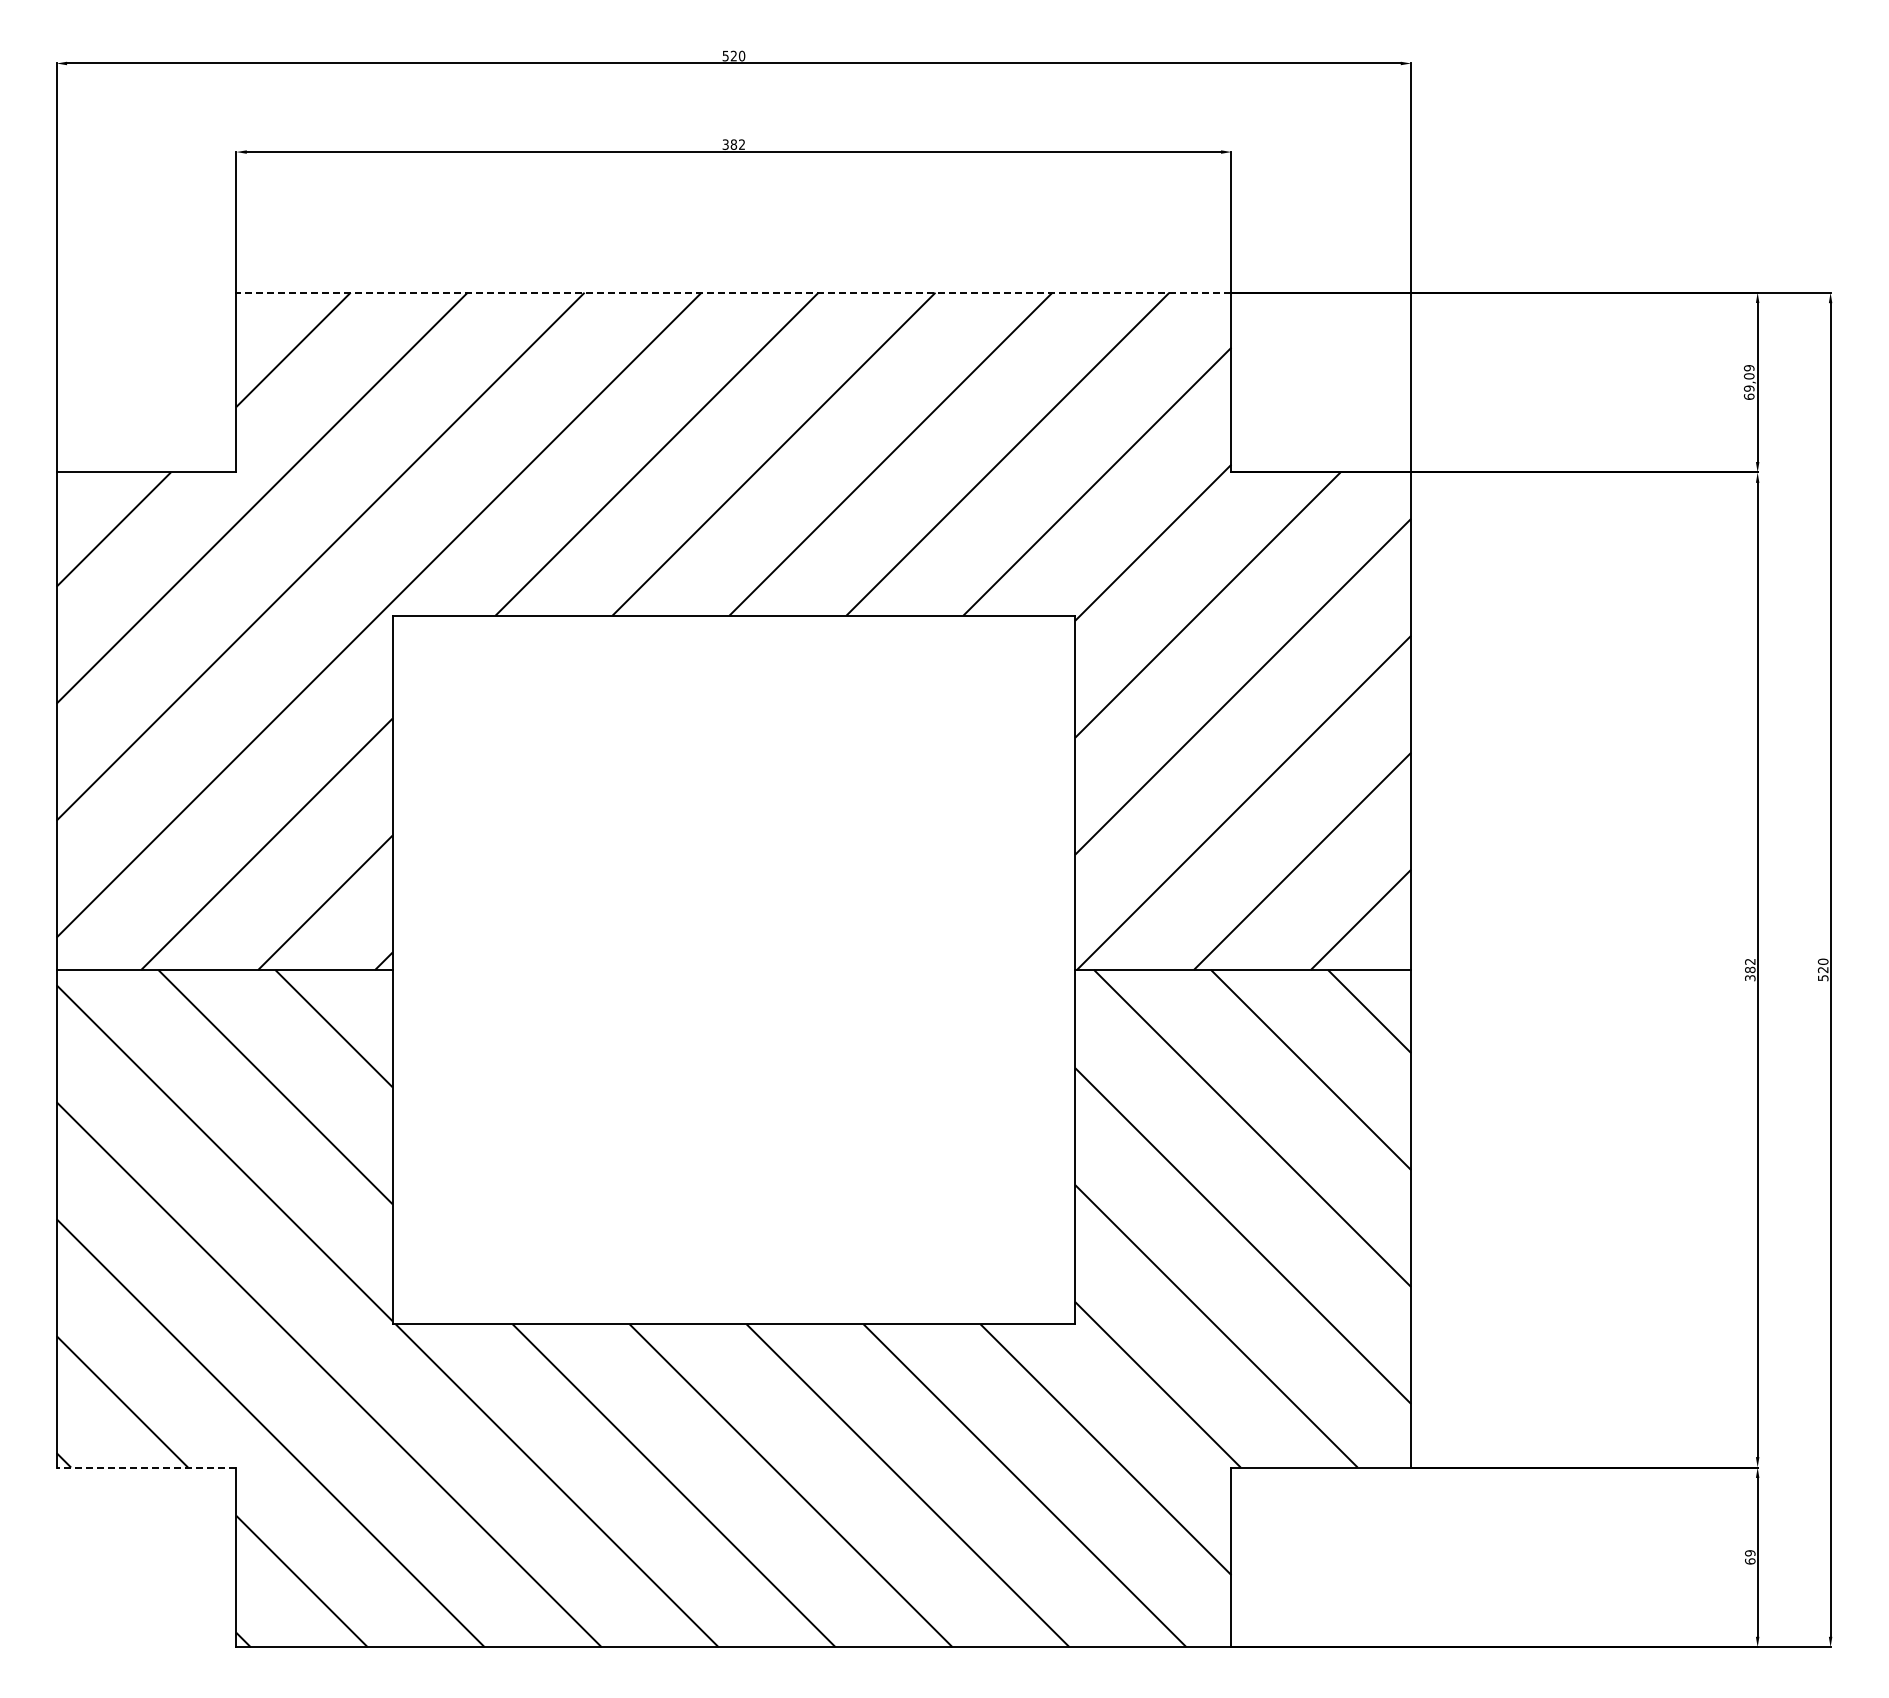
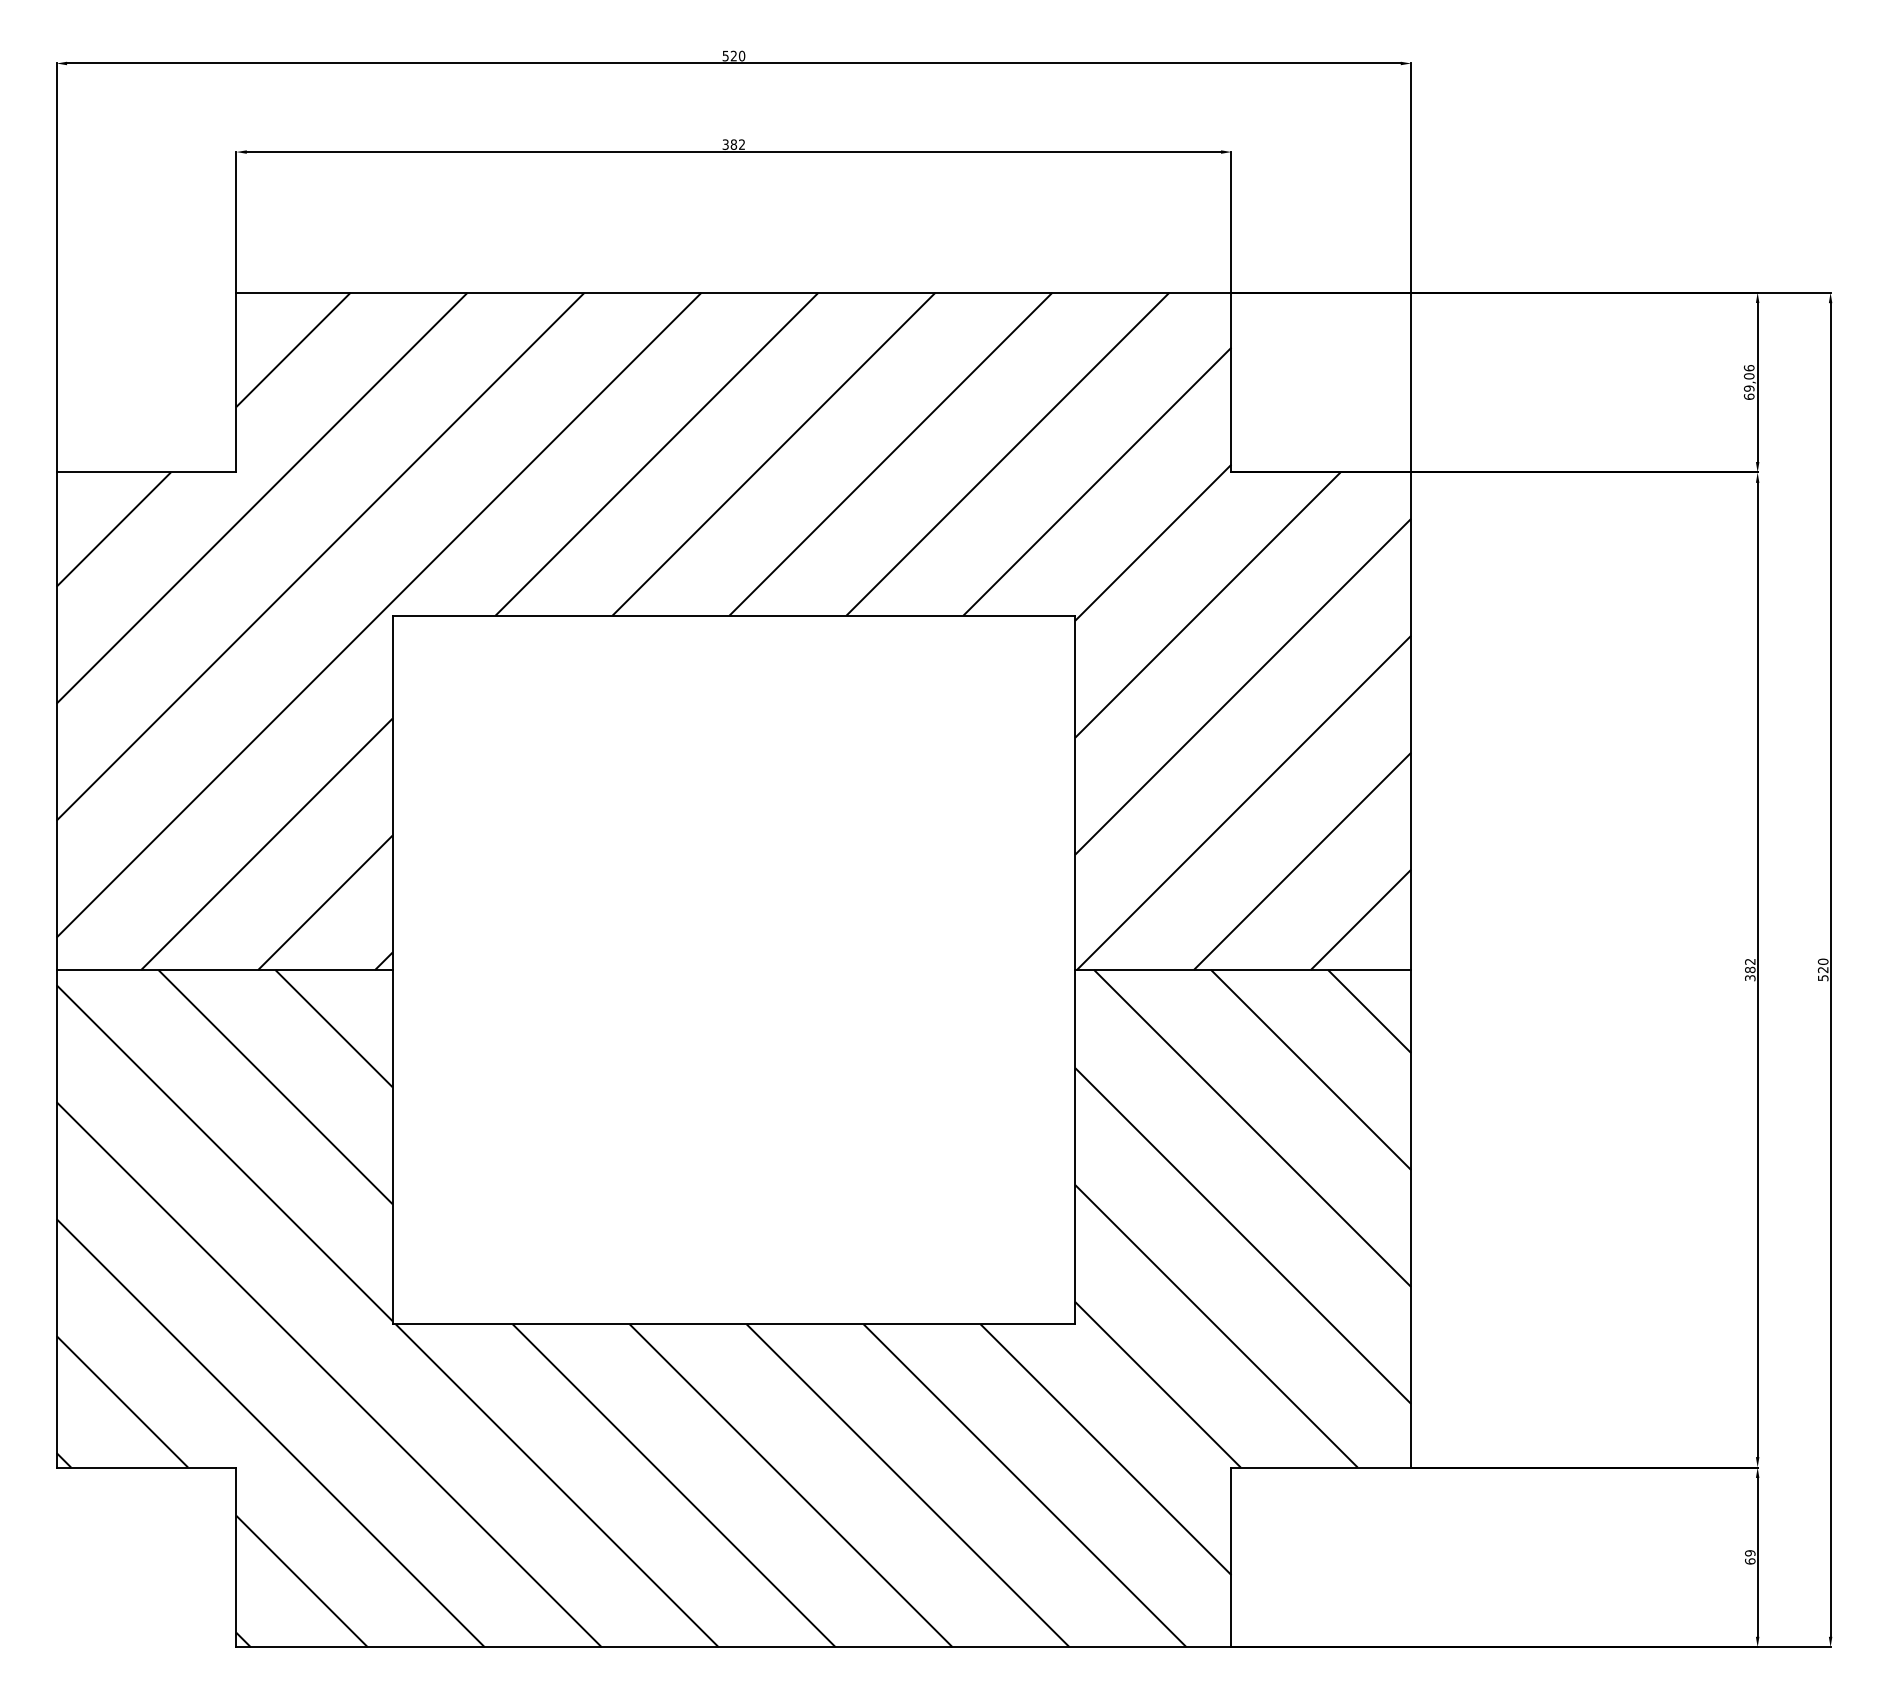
line at (733, 292): dashed -> solid
text at (1749, 368): 69,09 -> 69,06
line at (146, 1467): dashed -> solid
